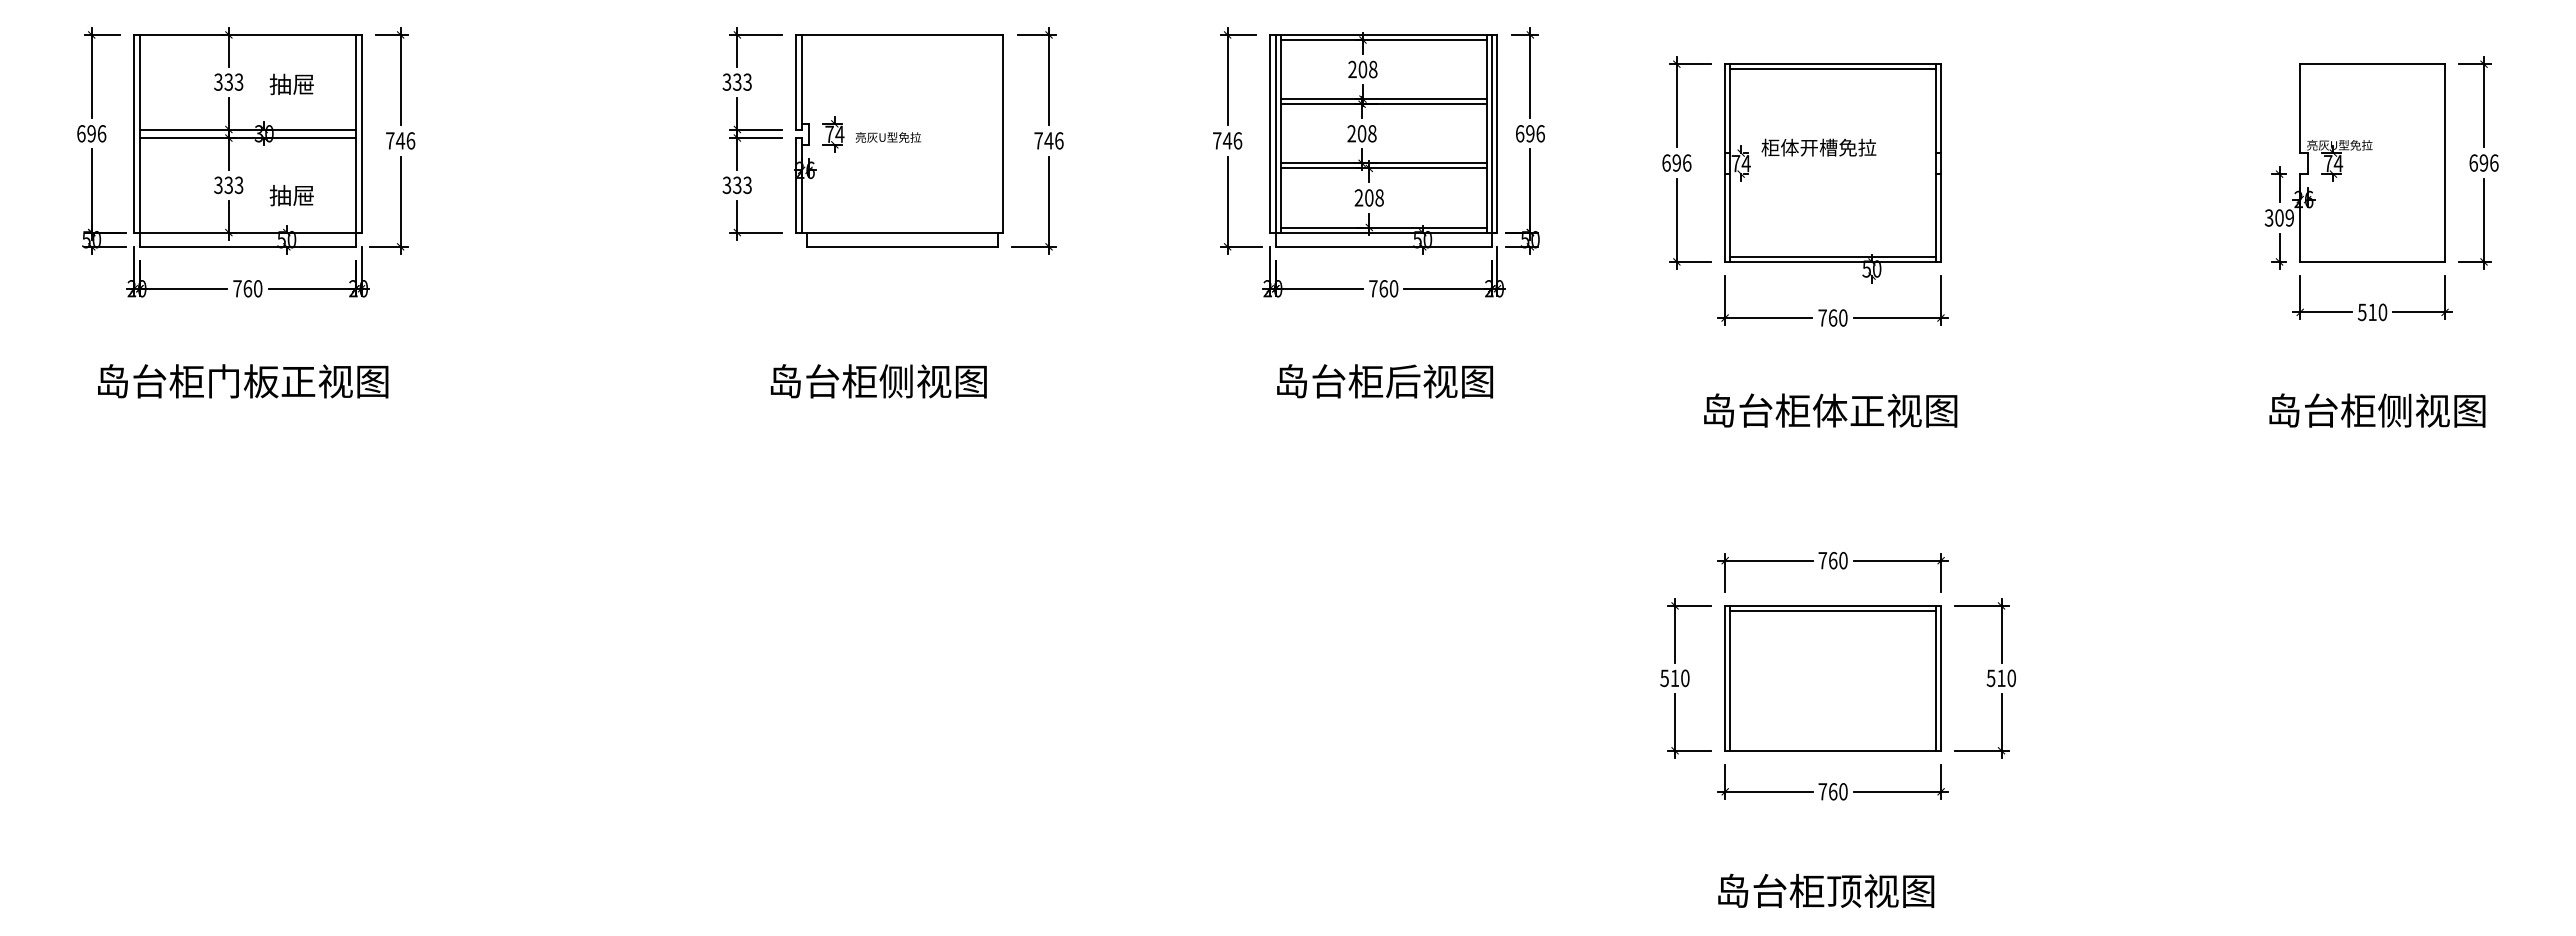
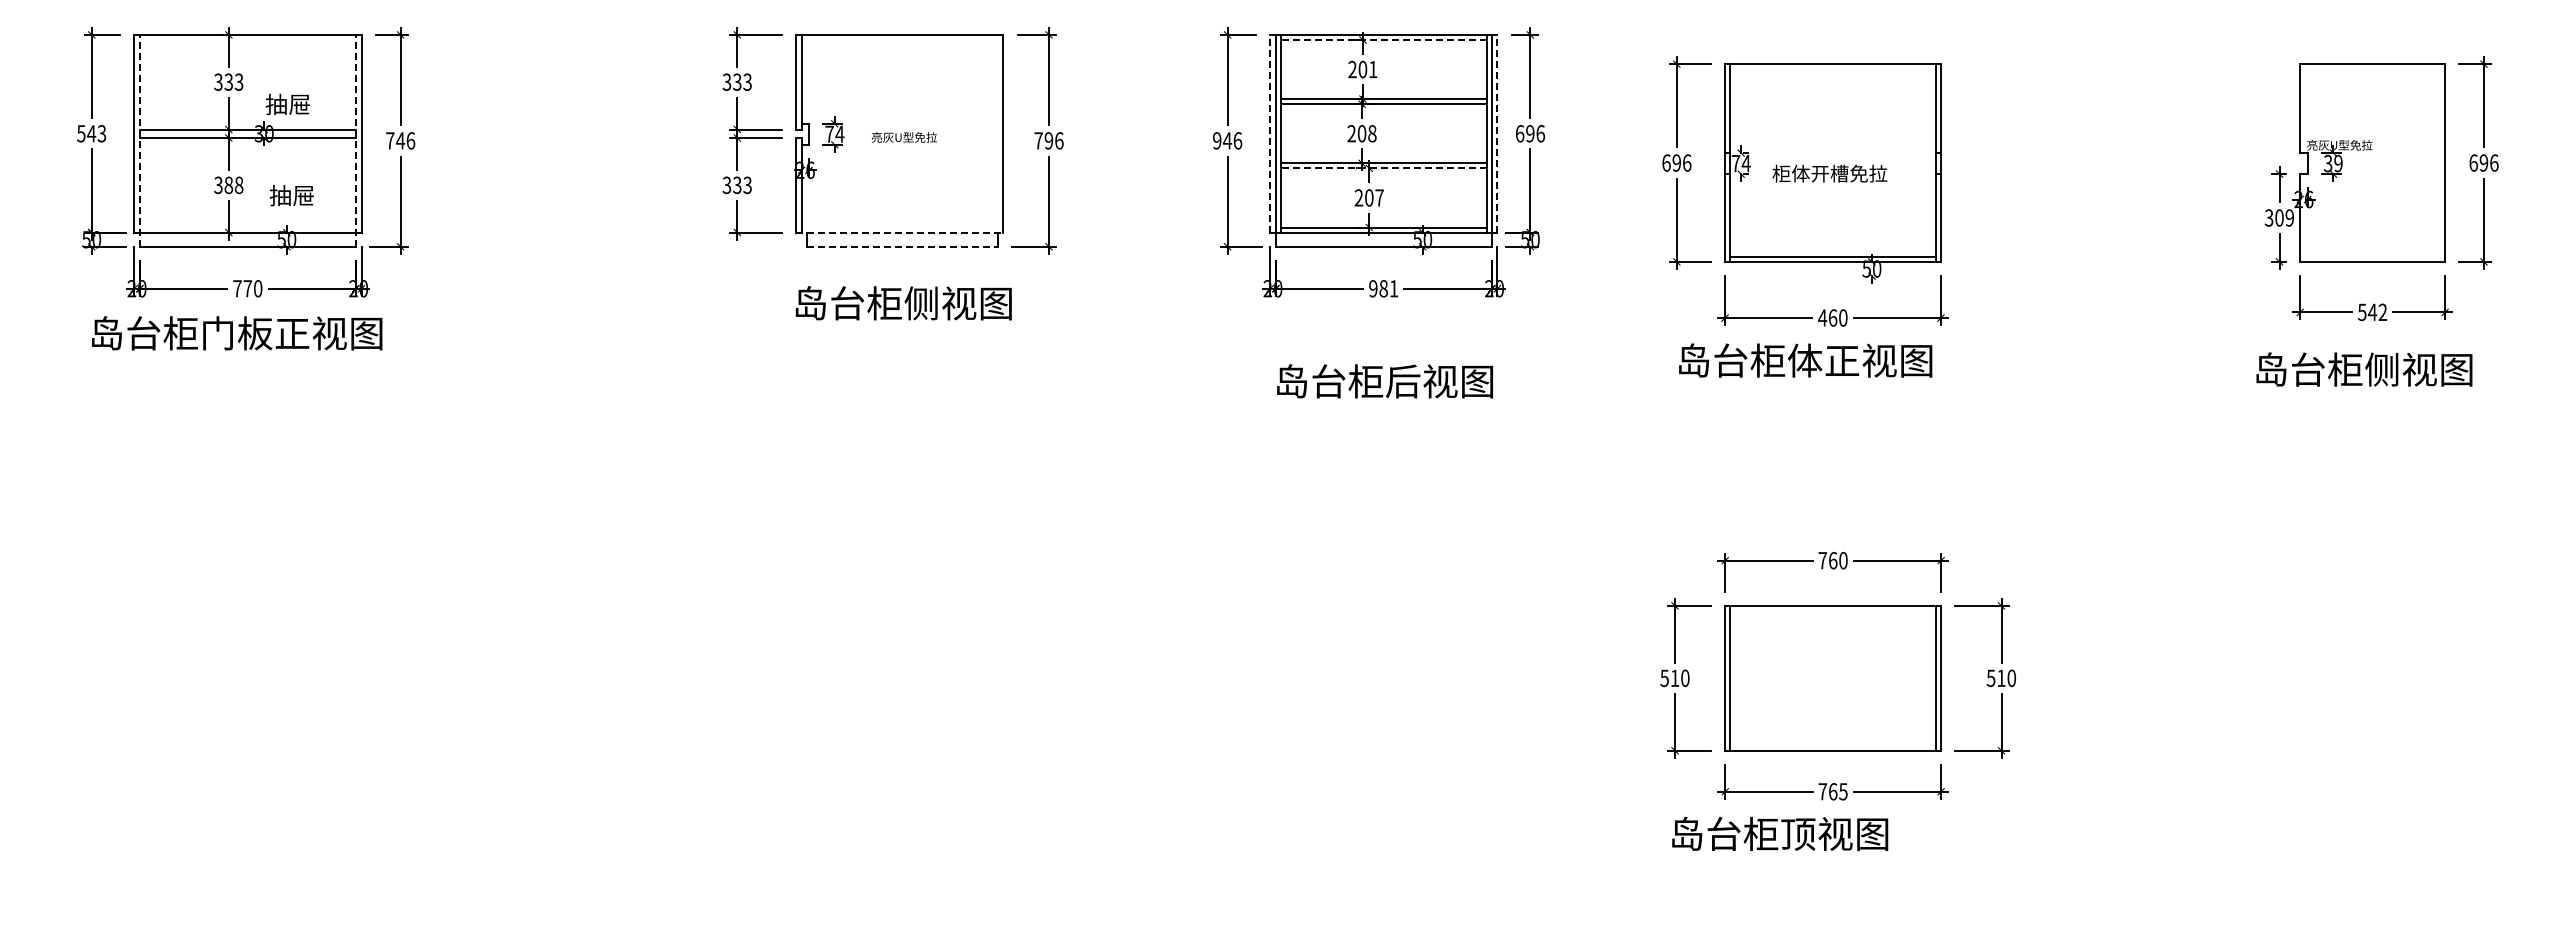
line at (1383, 40): solid -> dashed
text at (1373, 69): 208 -> 201
line at (1832, 69): present -> none
text at (291, 84) position: (291, 84) -> (287, 104)
text at (91, 133): 696 -> 543
line at (1270, 133): solid -> dashed
line at (1497, 133): solid -> dashed
text at (887, 137) position: (887, 137) -> (903, 137)
line at (139, 140): solid -> dashed
line at (355, 140): solid -> dashed
text at (1048, 140): 746 -> 796
text at (1217, 140): 746 -> 946
text at (1818, 147) position: (1818, 147) -> (1829, 173)
text at (2333, 163): 74 -> 39
line at (1383, 168): solid -> dashed
text at (233, 184): 333 -> 388
text at (1379, 197): 208 -> 207
line at (899, 232): solid -> dashed
line at (902, 246): solid -> dashed
text at (247, 288): 760 -> 770
text at (1383, 288): 760 -> 981
text at (2377, 312): 510 -> 542
text at (1822, 317): 760 -> 460
text at (243, 381) position: (243, 381) -> (237, 333)
text at (878, 381) position: (878, 381) -> (903, 303)
text at (1830, 410) position: (1830, 410) -> (1805, 360)
text at (2377, 410) position: (2377, 410) -> (2364, 369)
line at (1833, 611): present -> none
text at (1843, 791): 760 -> 765
text at (1826, 890) position: (1826, 890) -> (1780, 833)
